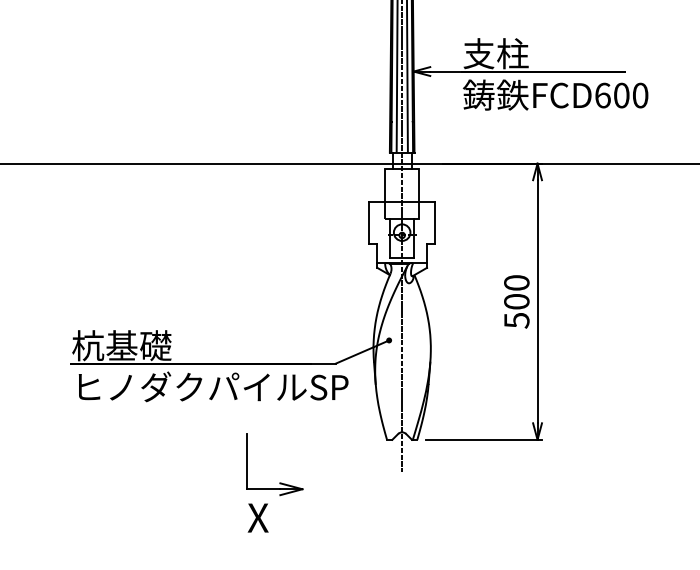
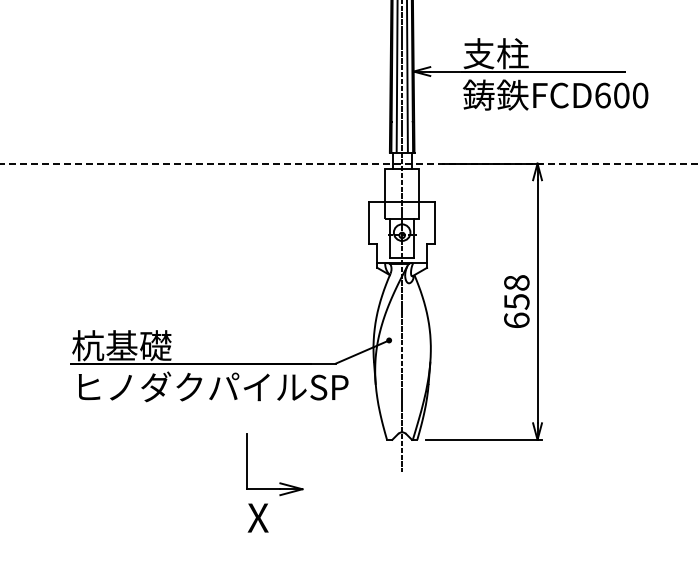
line at (349, 163): solid -> dashed
text at (516, 301): 500 -> 658
